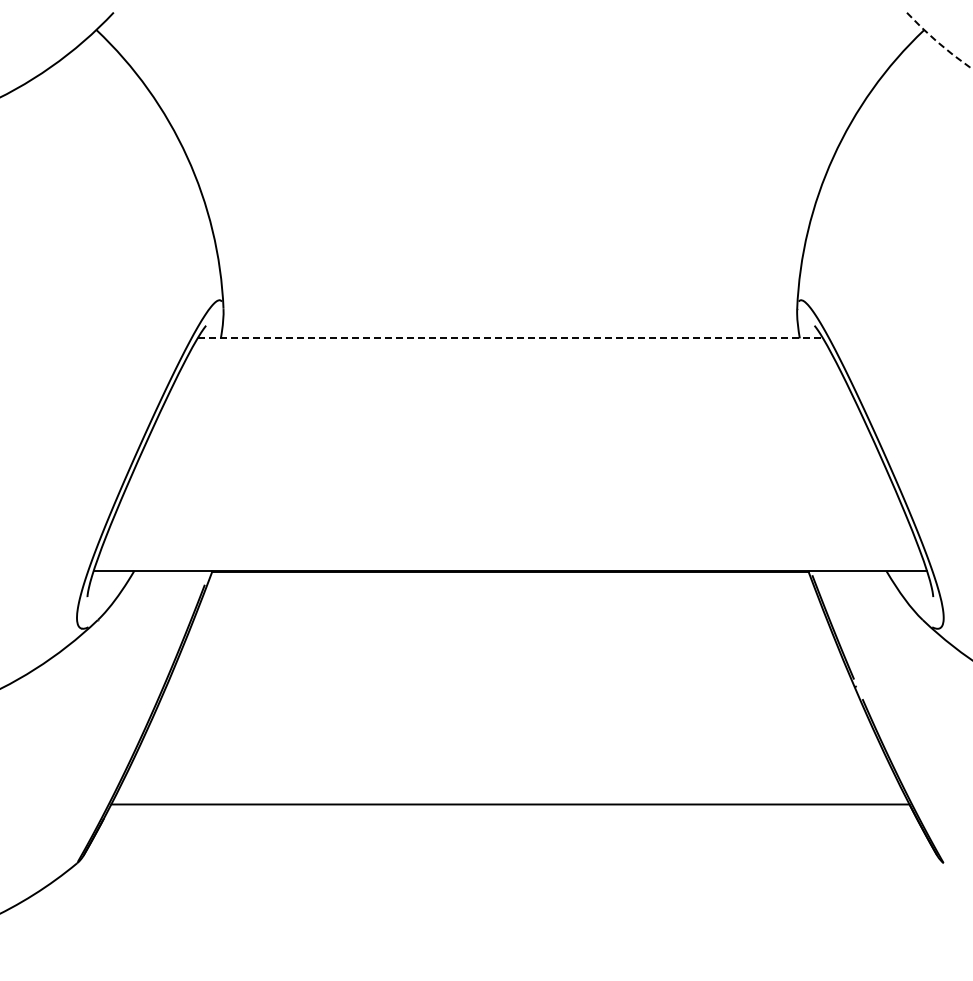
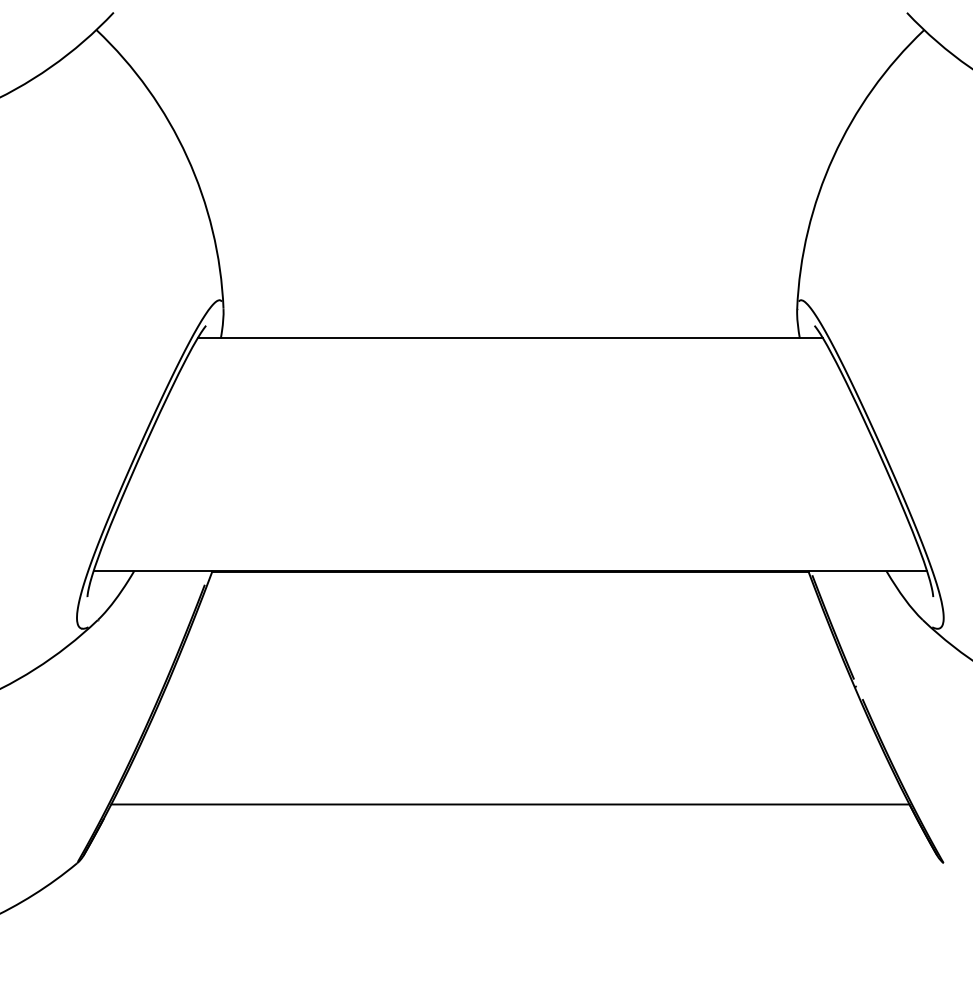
arc at (937, 42): dashed -> solid
line at (510, 338): dashed -> solid
